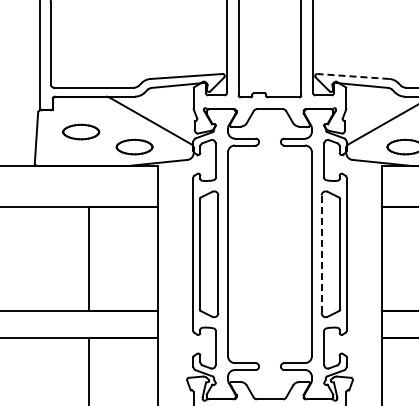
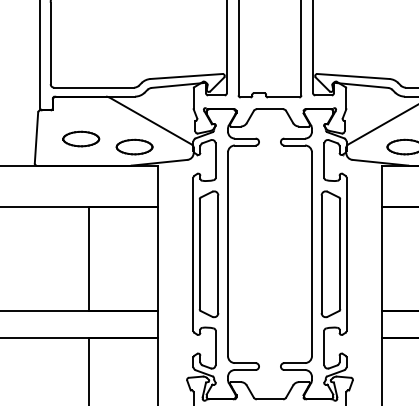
line at (352, 76): dashed -> solid
part at (81, 131) position: (81, 131) -> (81, 138)
line at (321, 254): dashed -> solid
